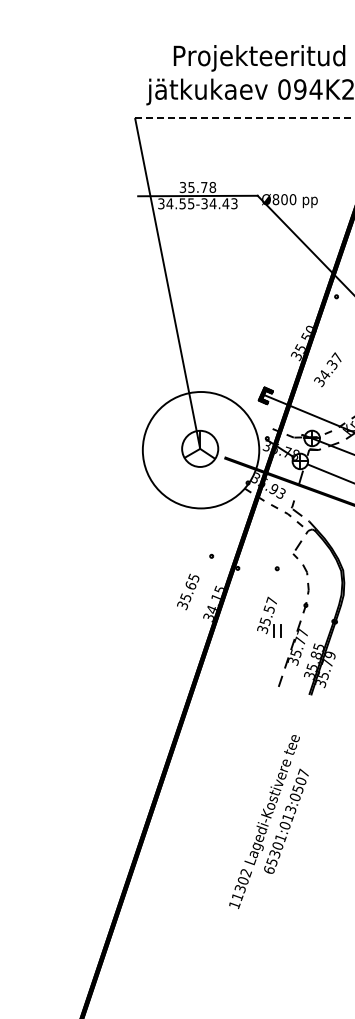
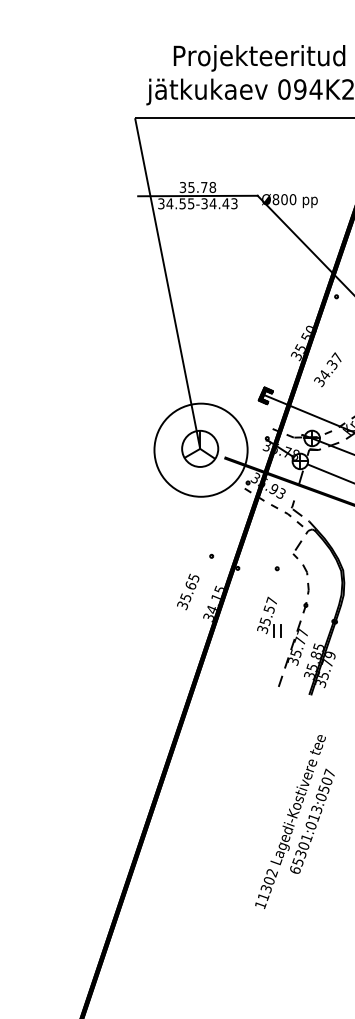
line at (244, 118): dashed -> solid
circle at (200, 450) diameter: 116 px -> 93 px
text at (268, 821) position: (268, 821) -> (294, 821)
